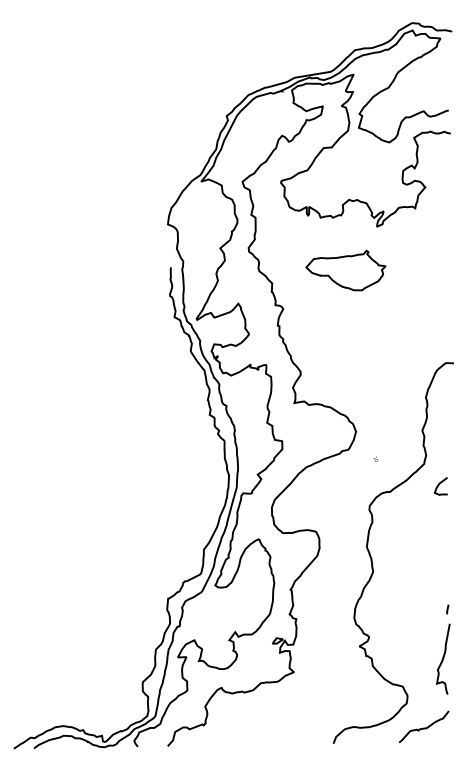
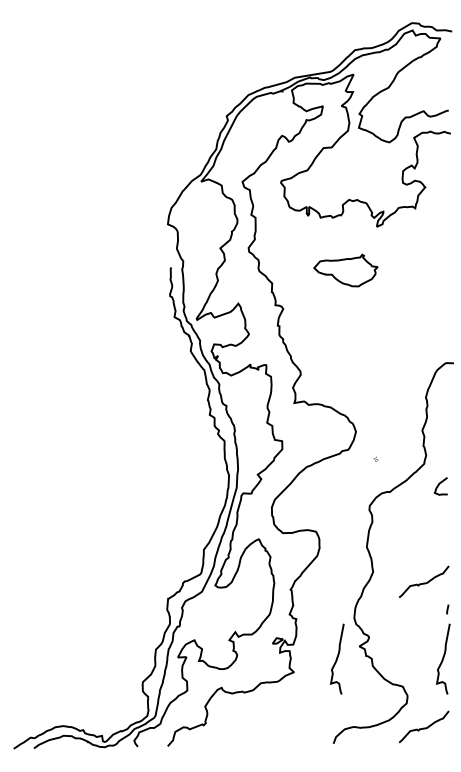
part at (345, 270) size: 82x43 px -> 66x35 px
curve at (424, 582): none -> present
curve at (337, 658): none -> present
